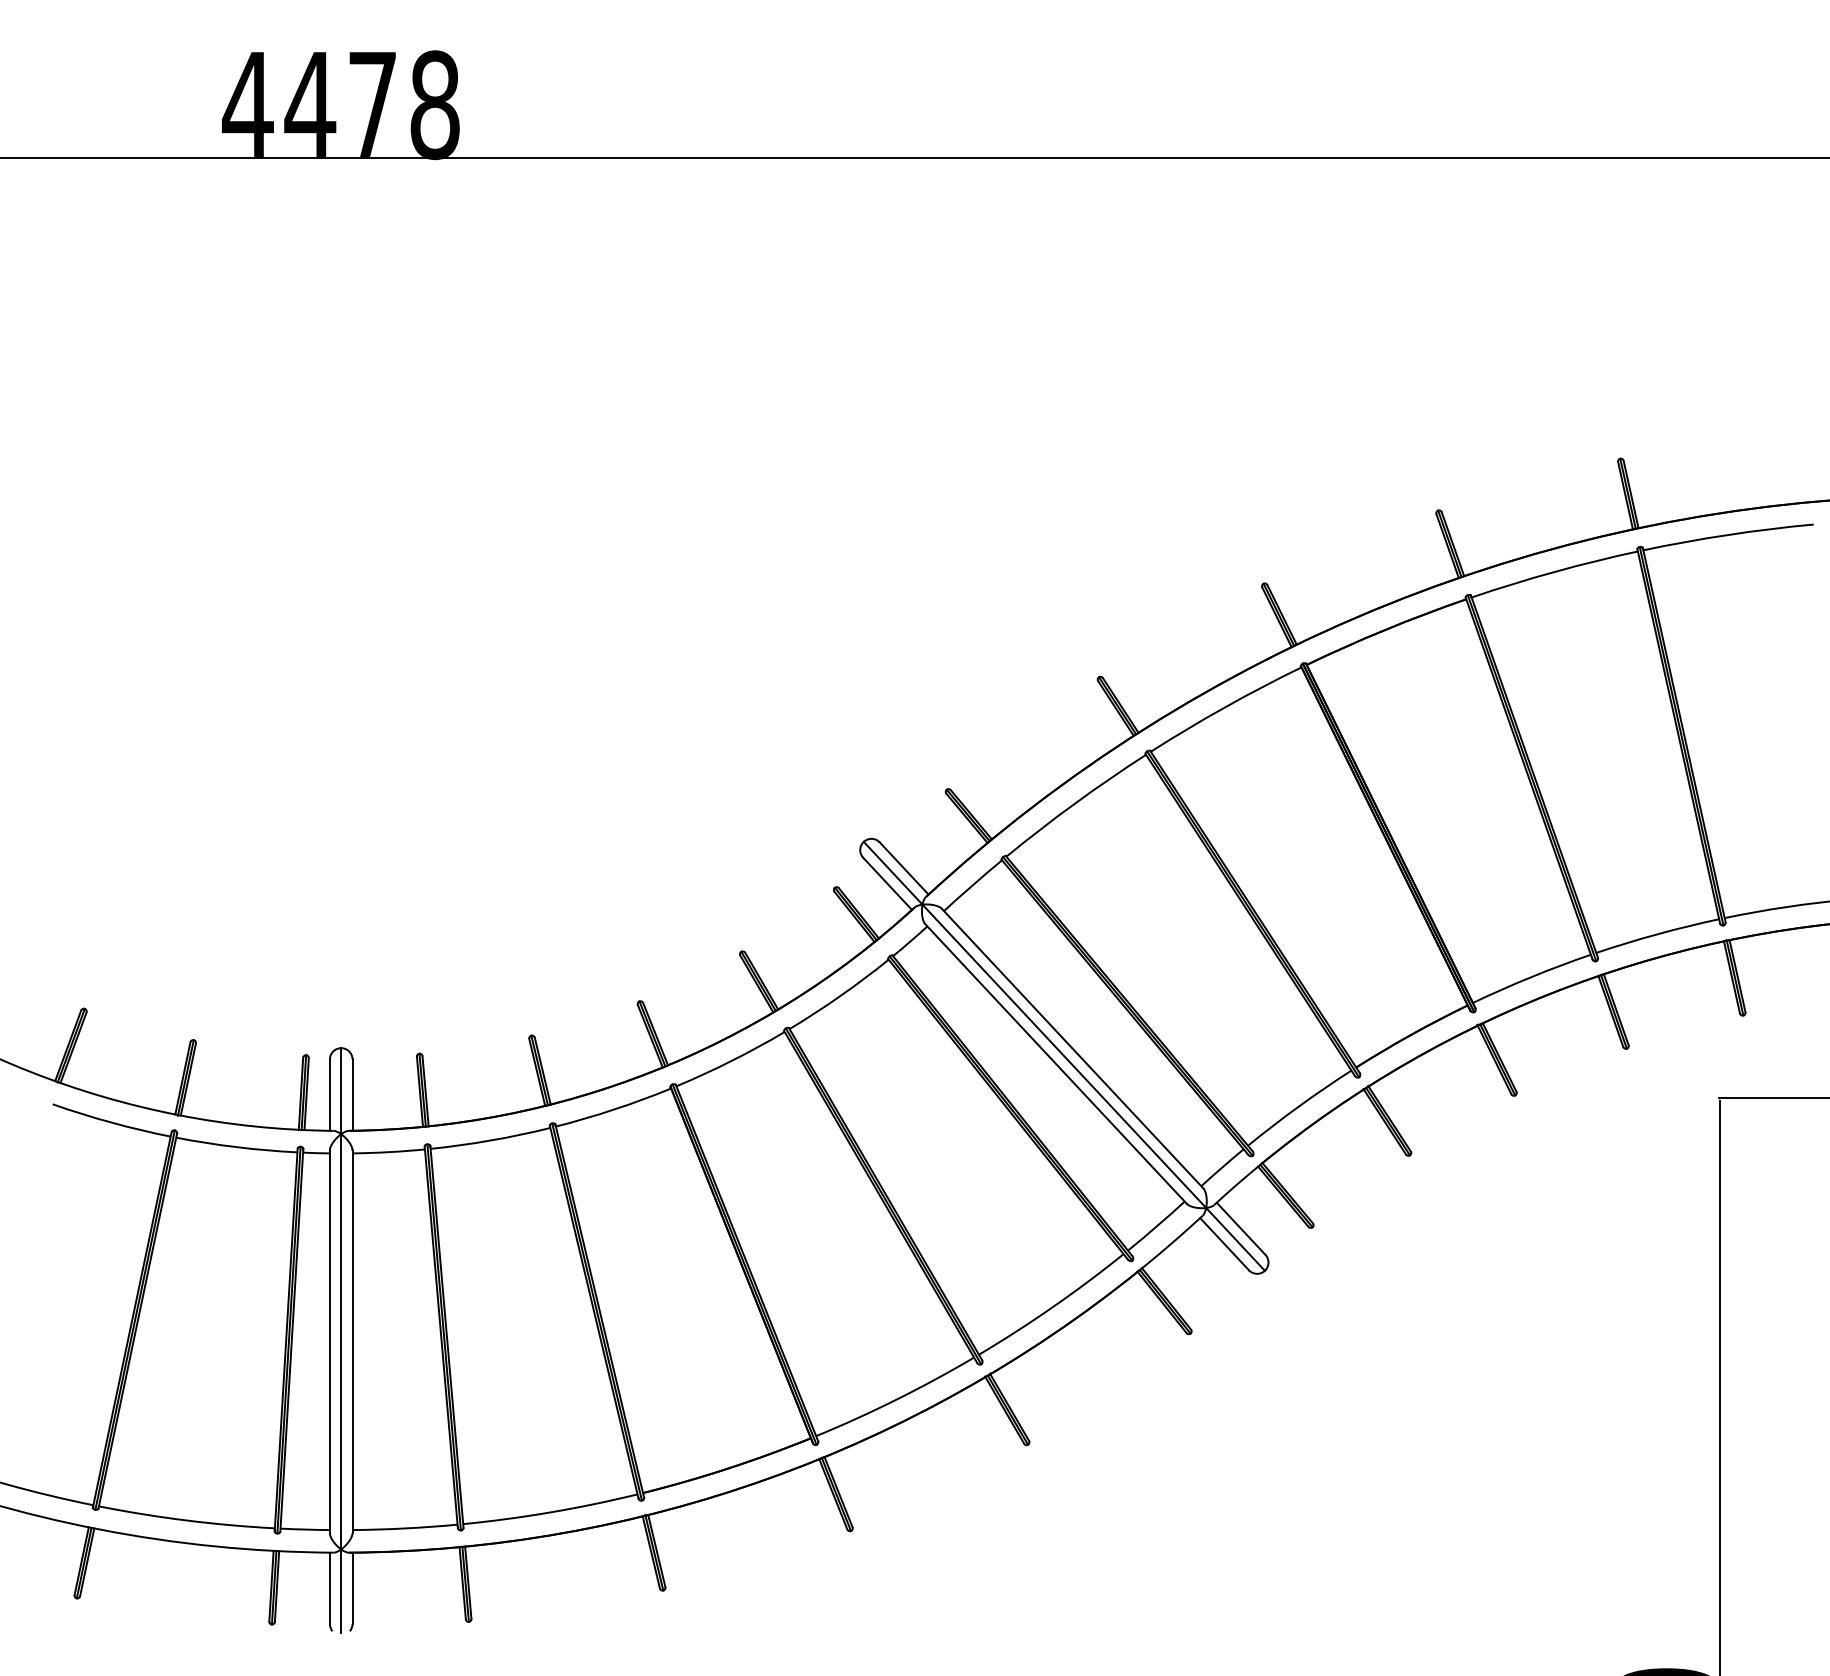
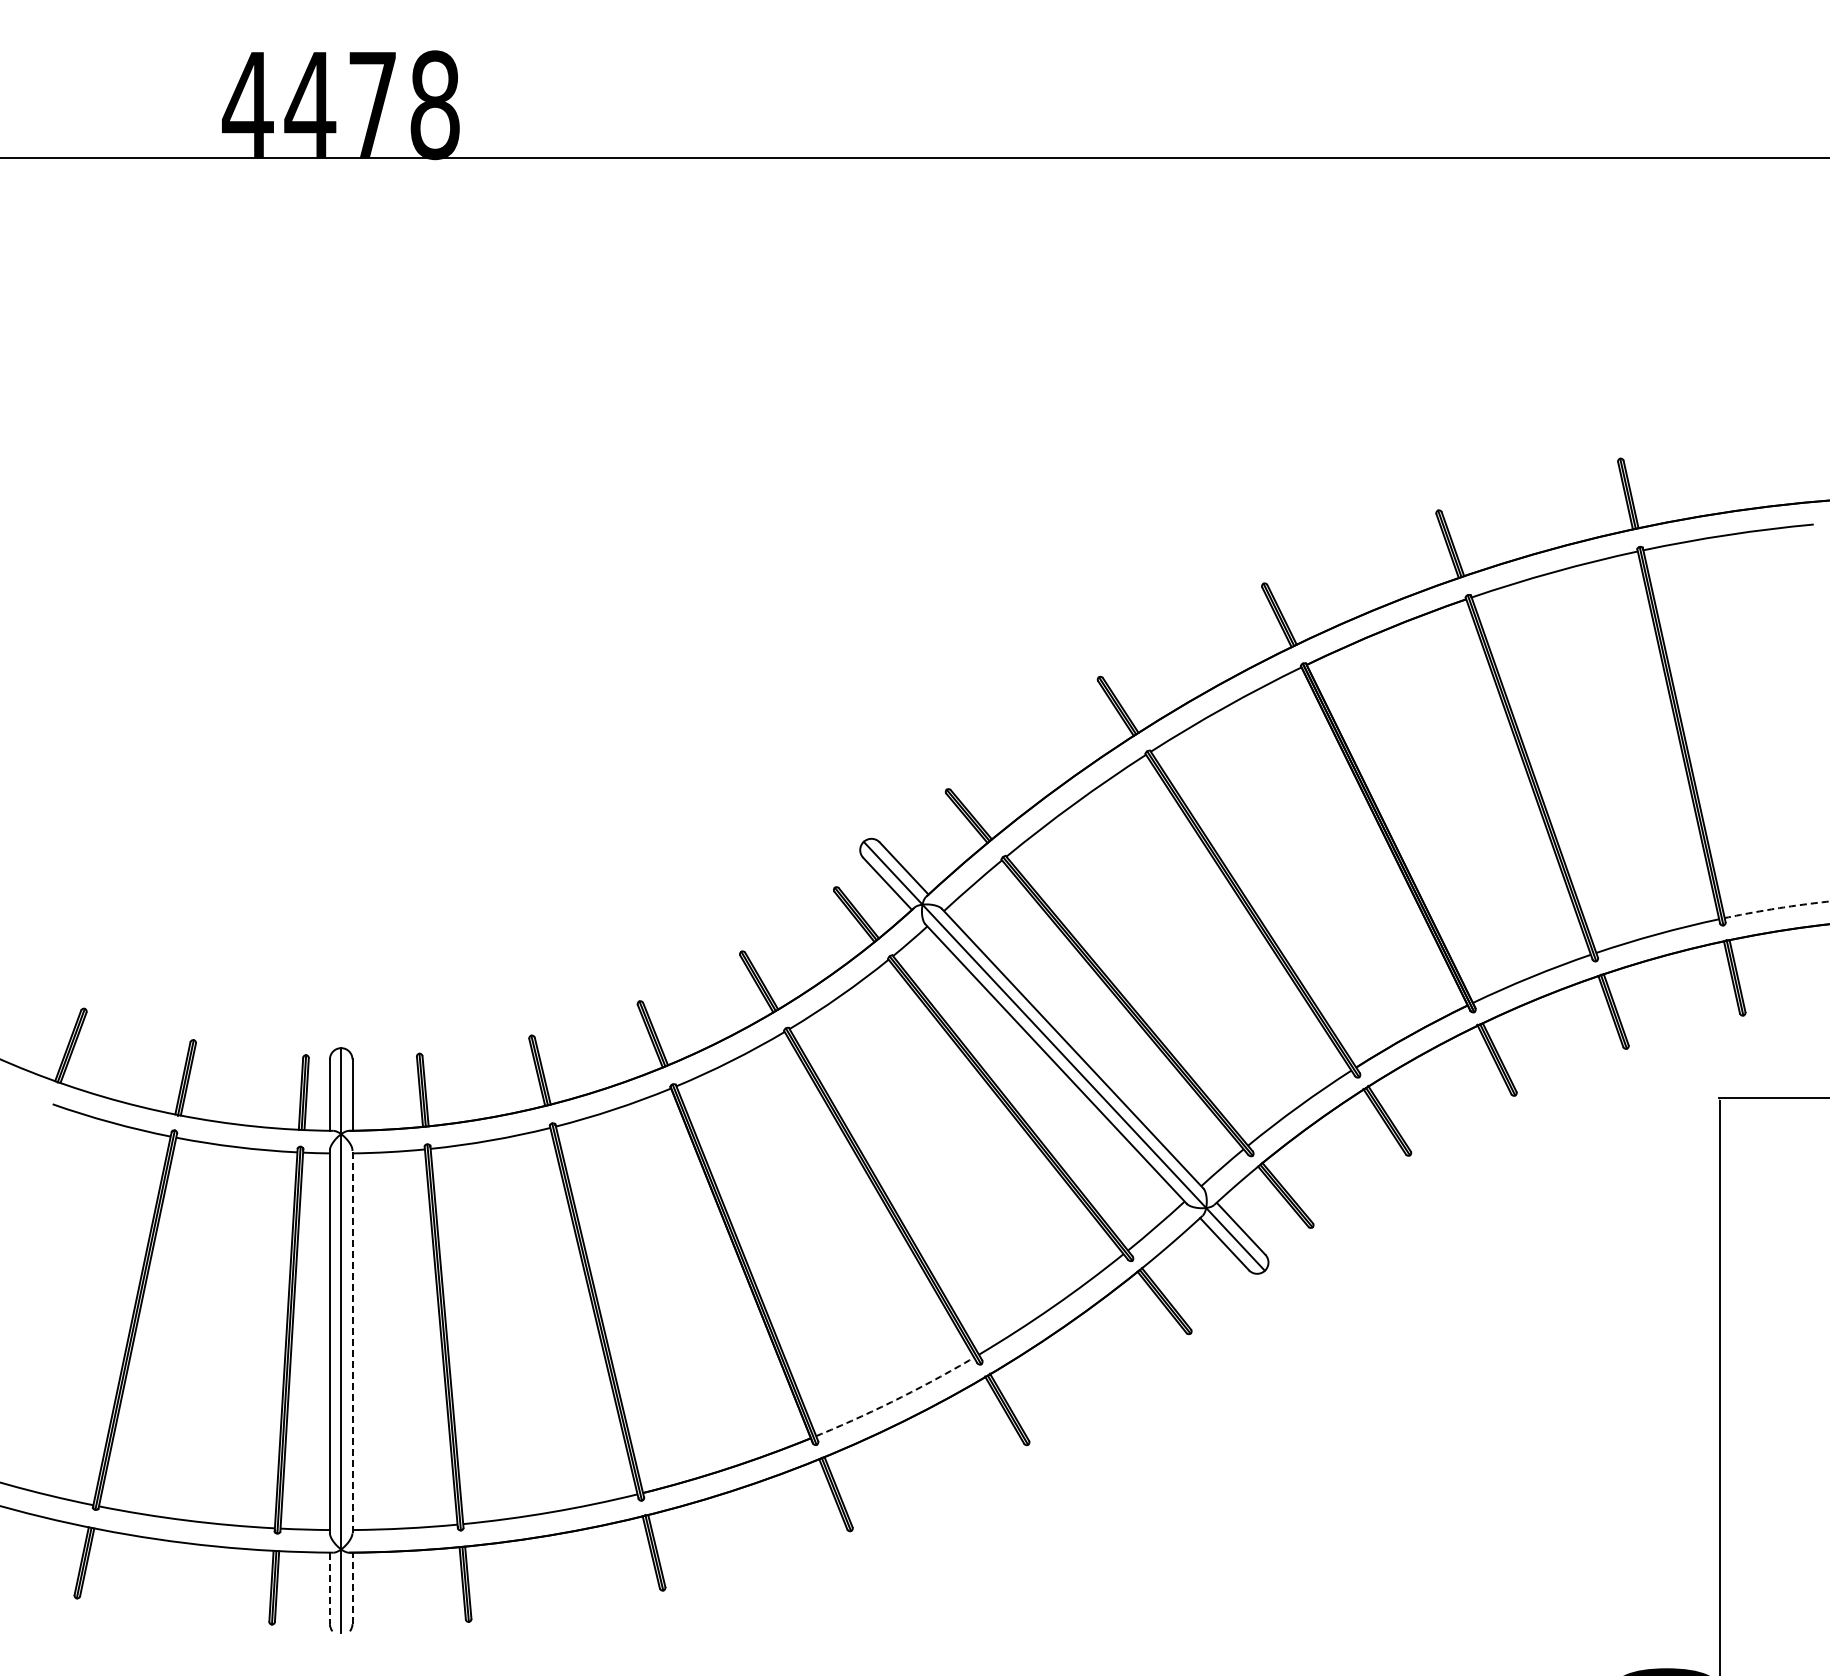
arc at (1777, 908): solid -> dashed
line at (352, 1341): solid -> dashed
arc at (896, 1399): solid -> dashed
line at (329, 1588): solid -> dashed
line at (352, 1588): solid -> dashed
